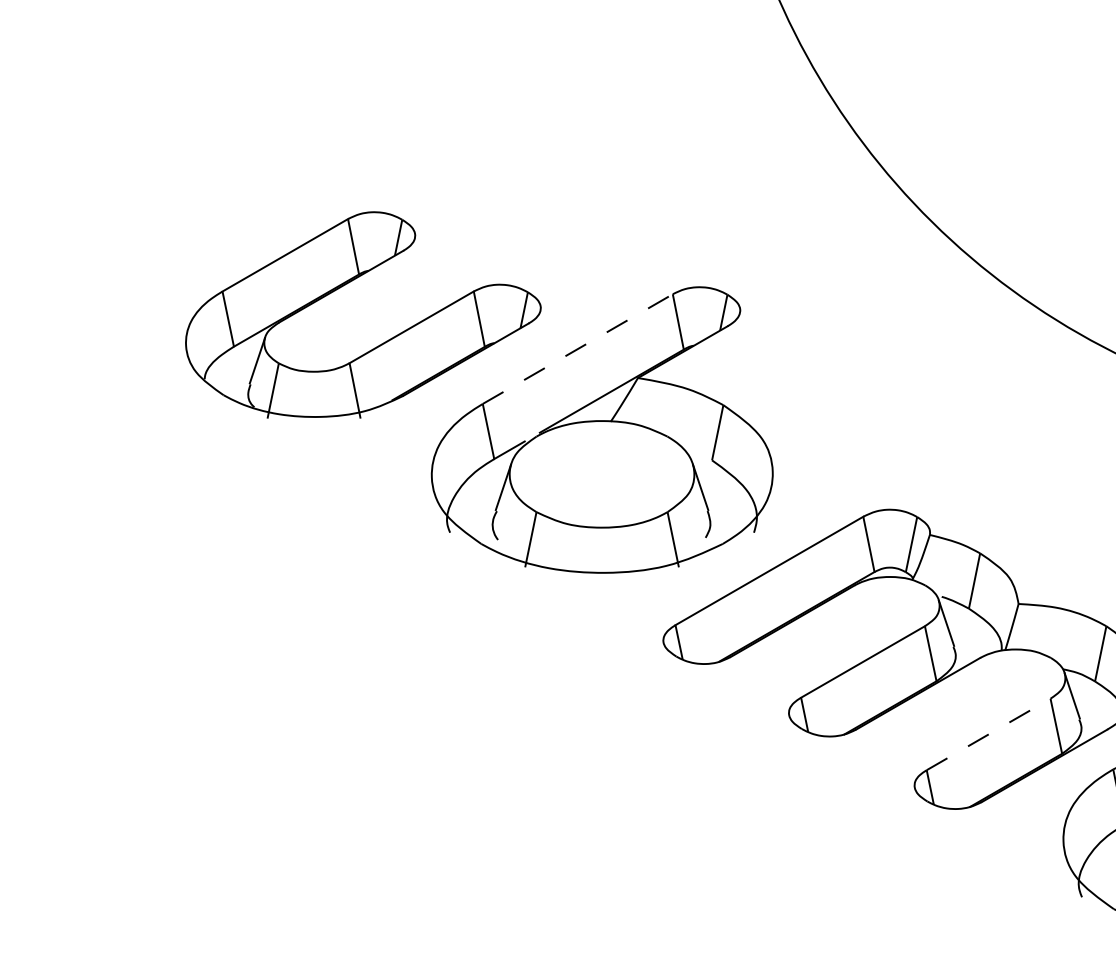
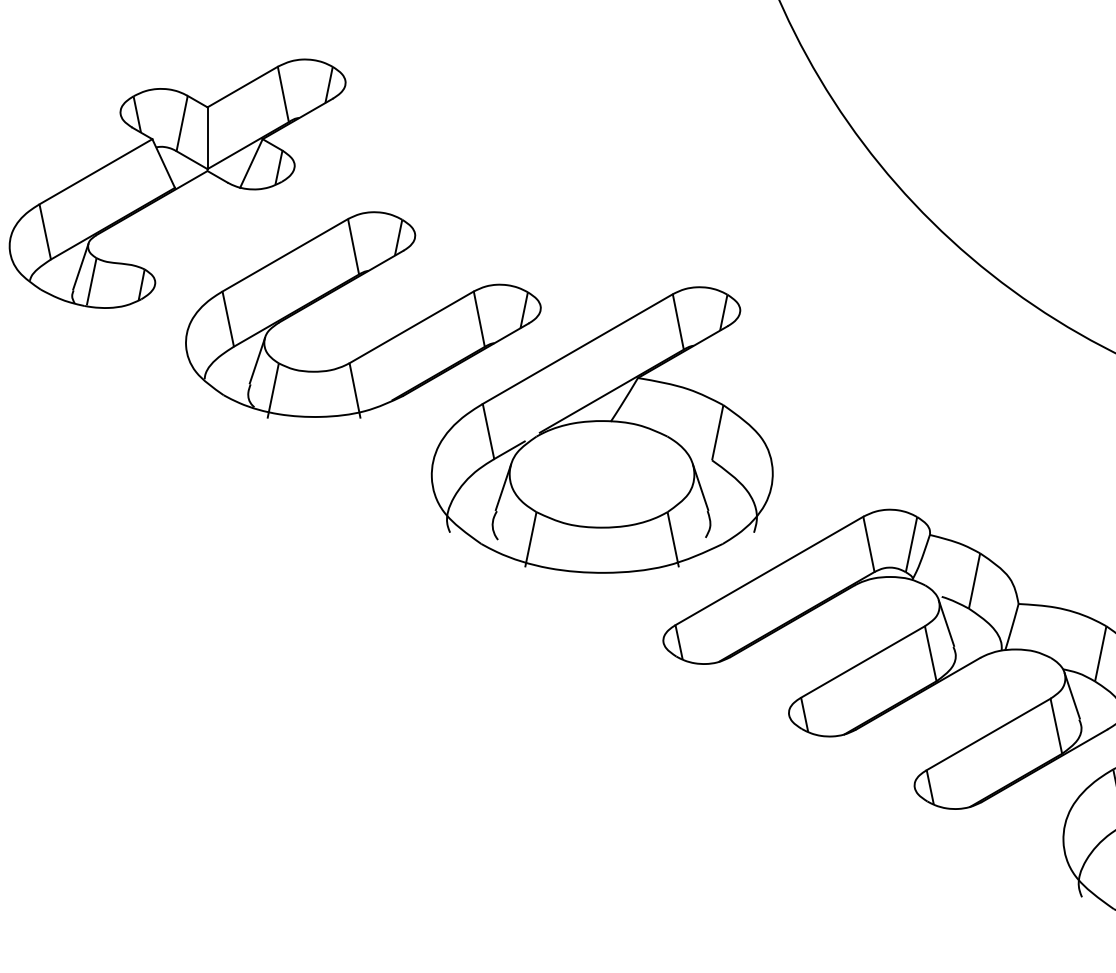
part at (177, 183): none -> present
line at (577, 349): dashed -> solid
line at (989, 734): dashed -> solid
